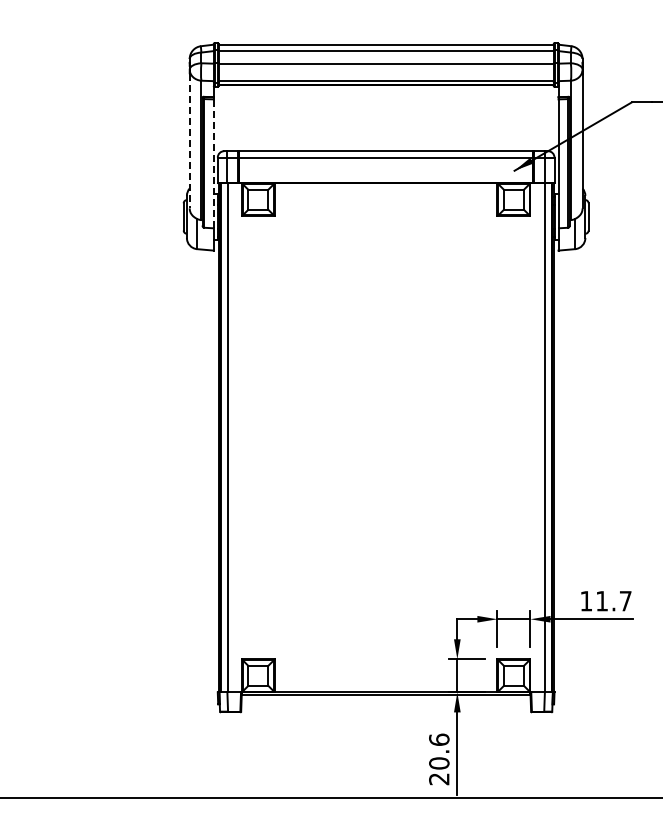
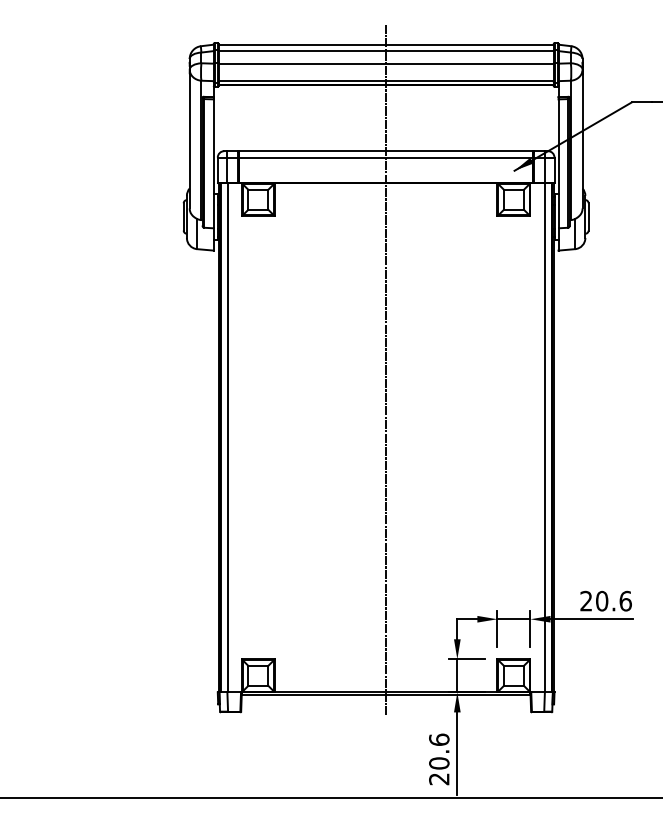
line at (189, 141): dashed -> solid
line at (213, 163): dashed -> solid
line at (386, 369): none -> present
text at (605, 600): 11.7 -> 20.6
